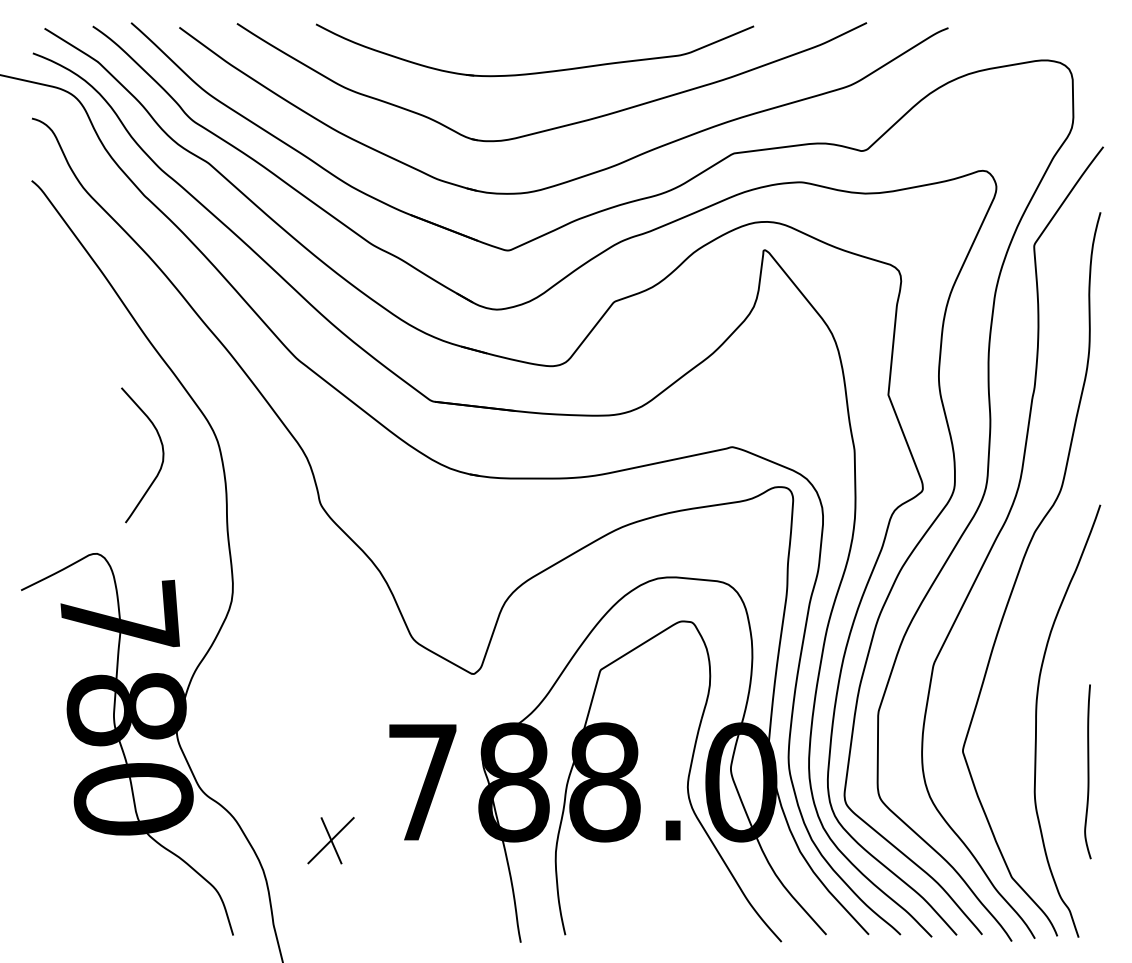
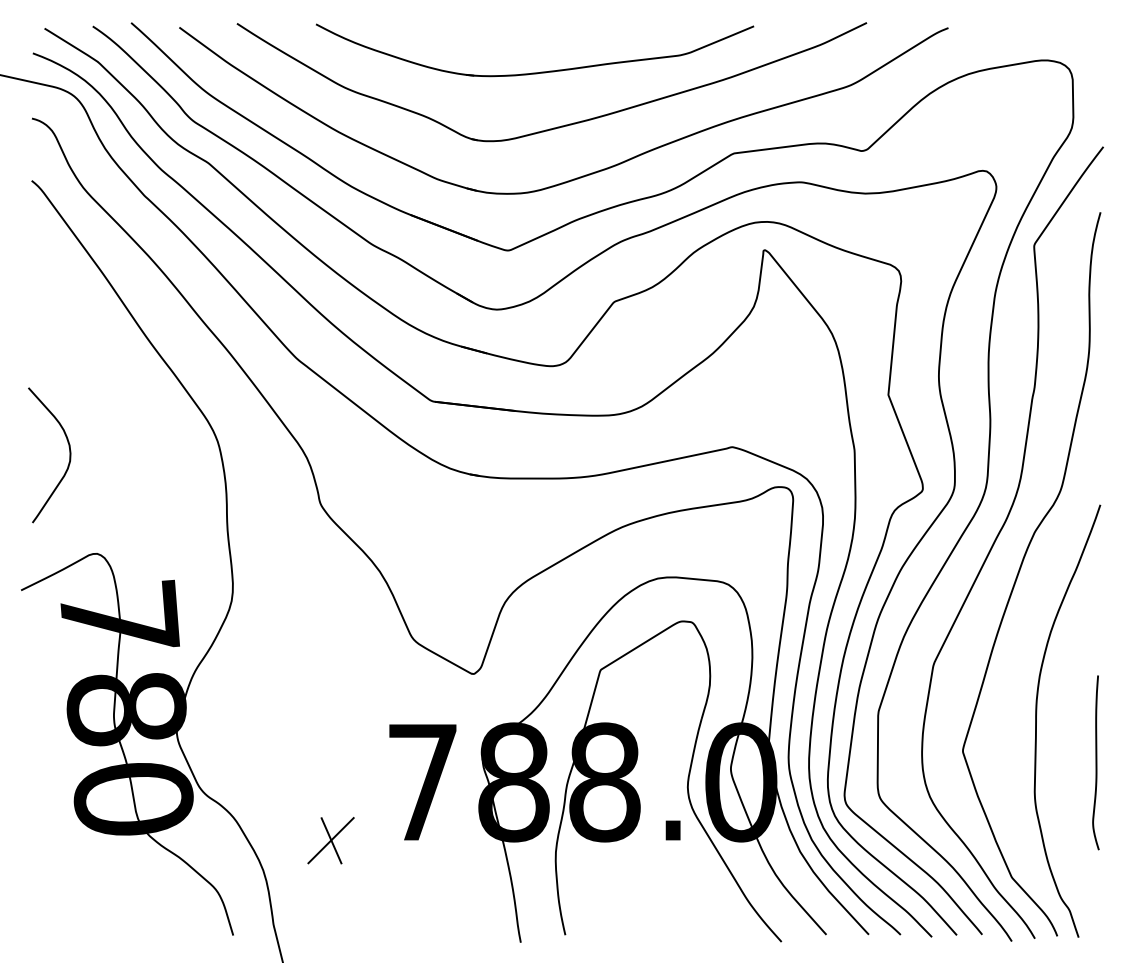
curve at (162, 455) position: (162, 455) -> (69, 455)
curve at (1087, 771) position: (1087, 771) -> (1095, 762)
